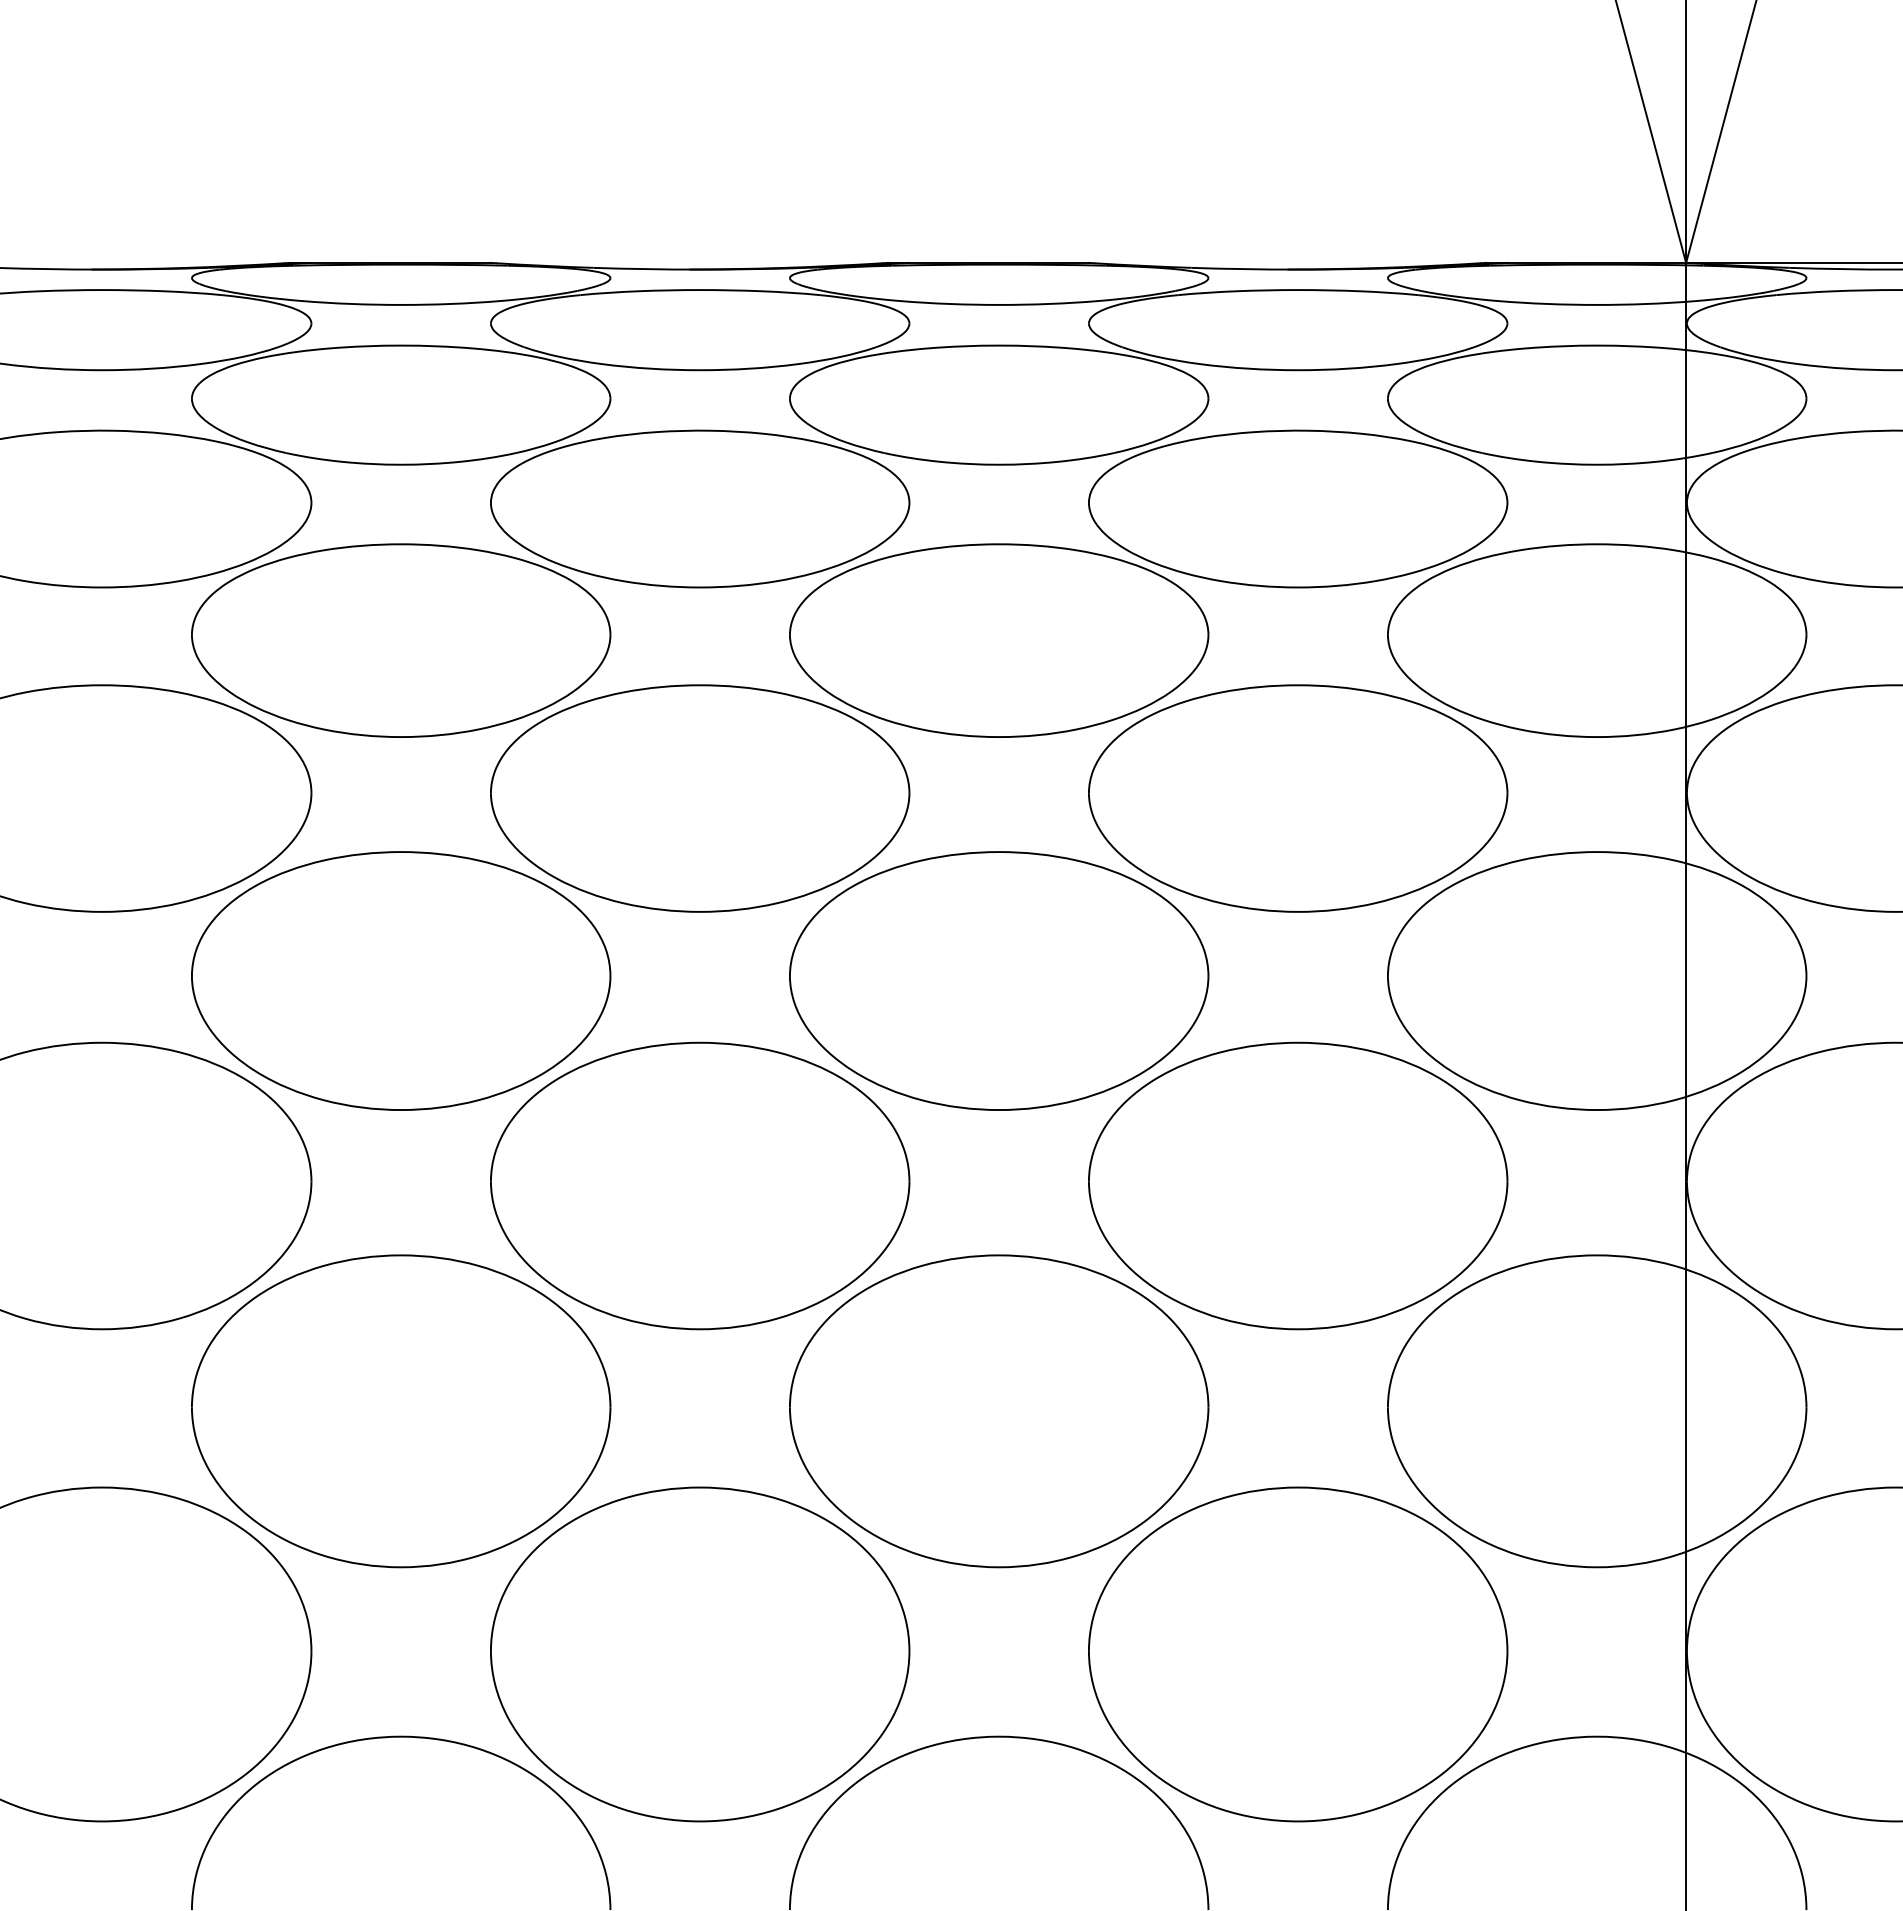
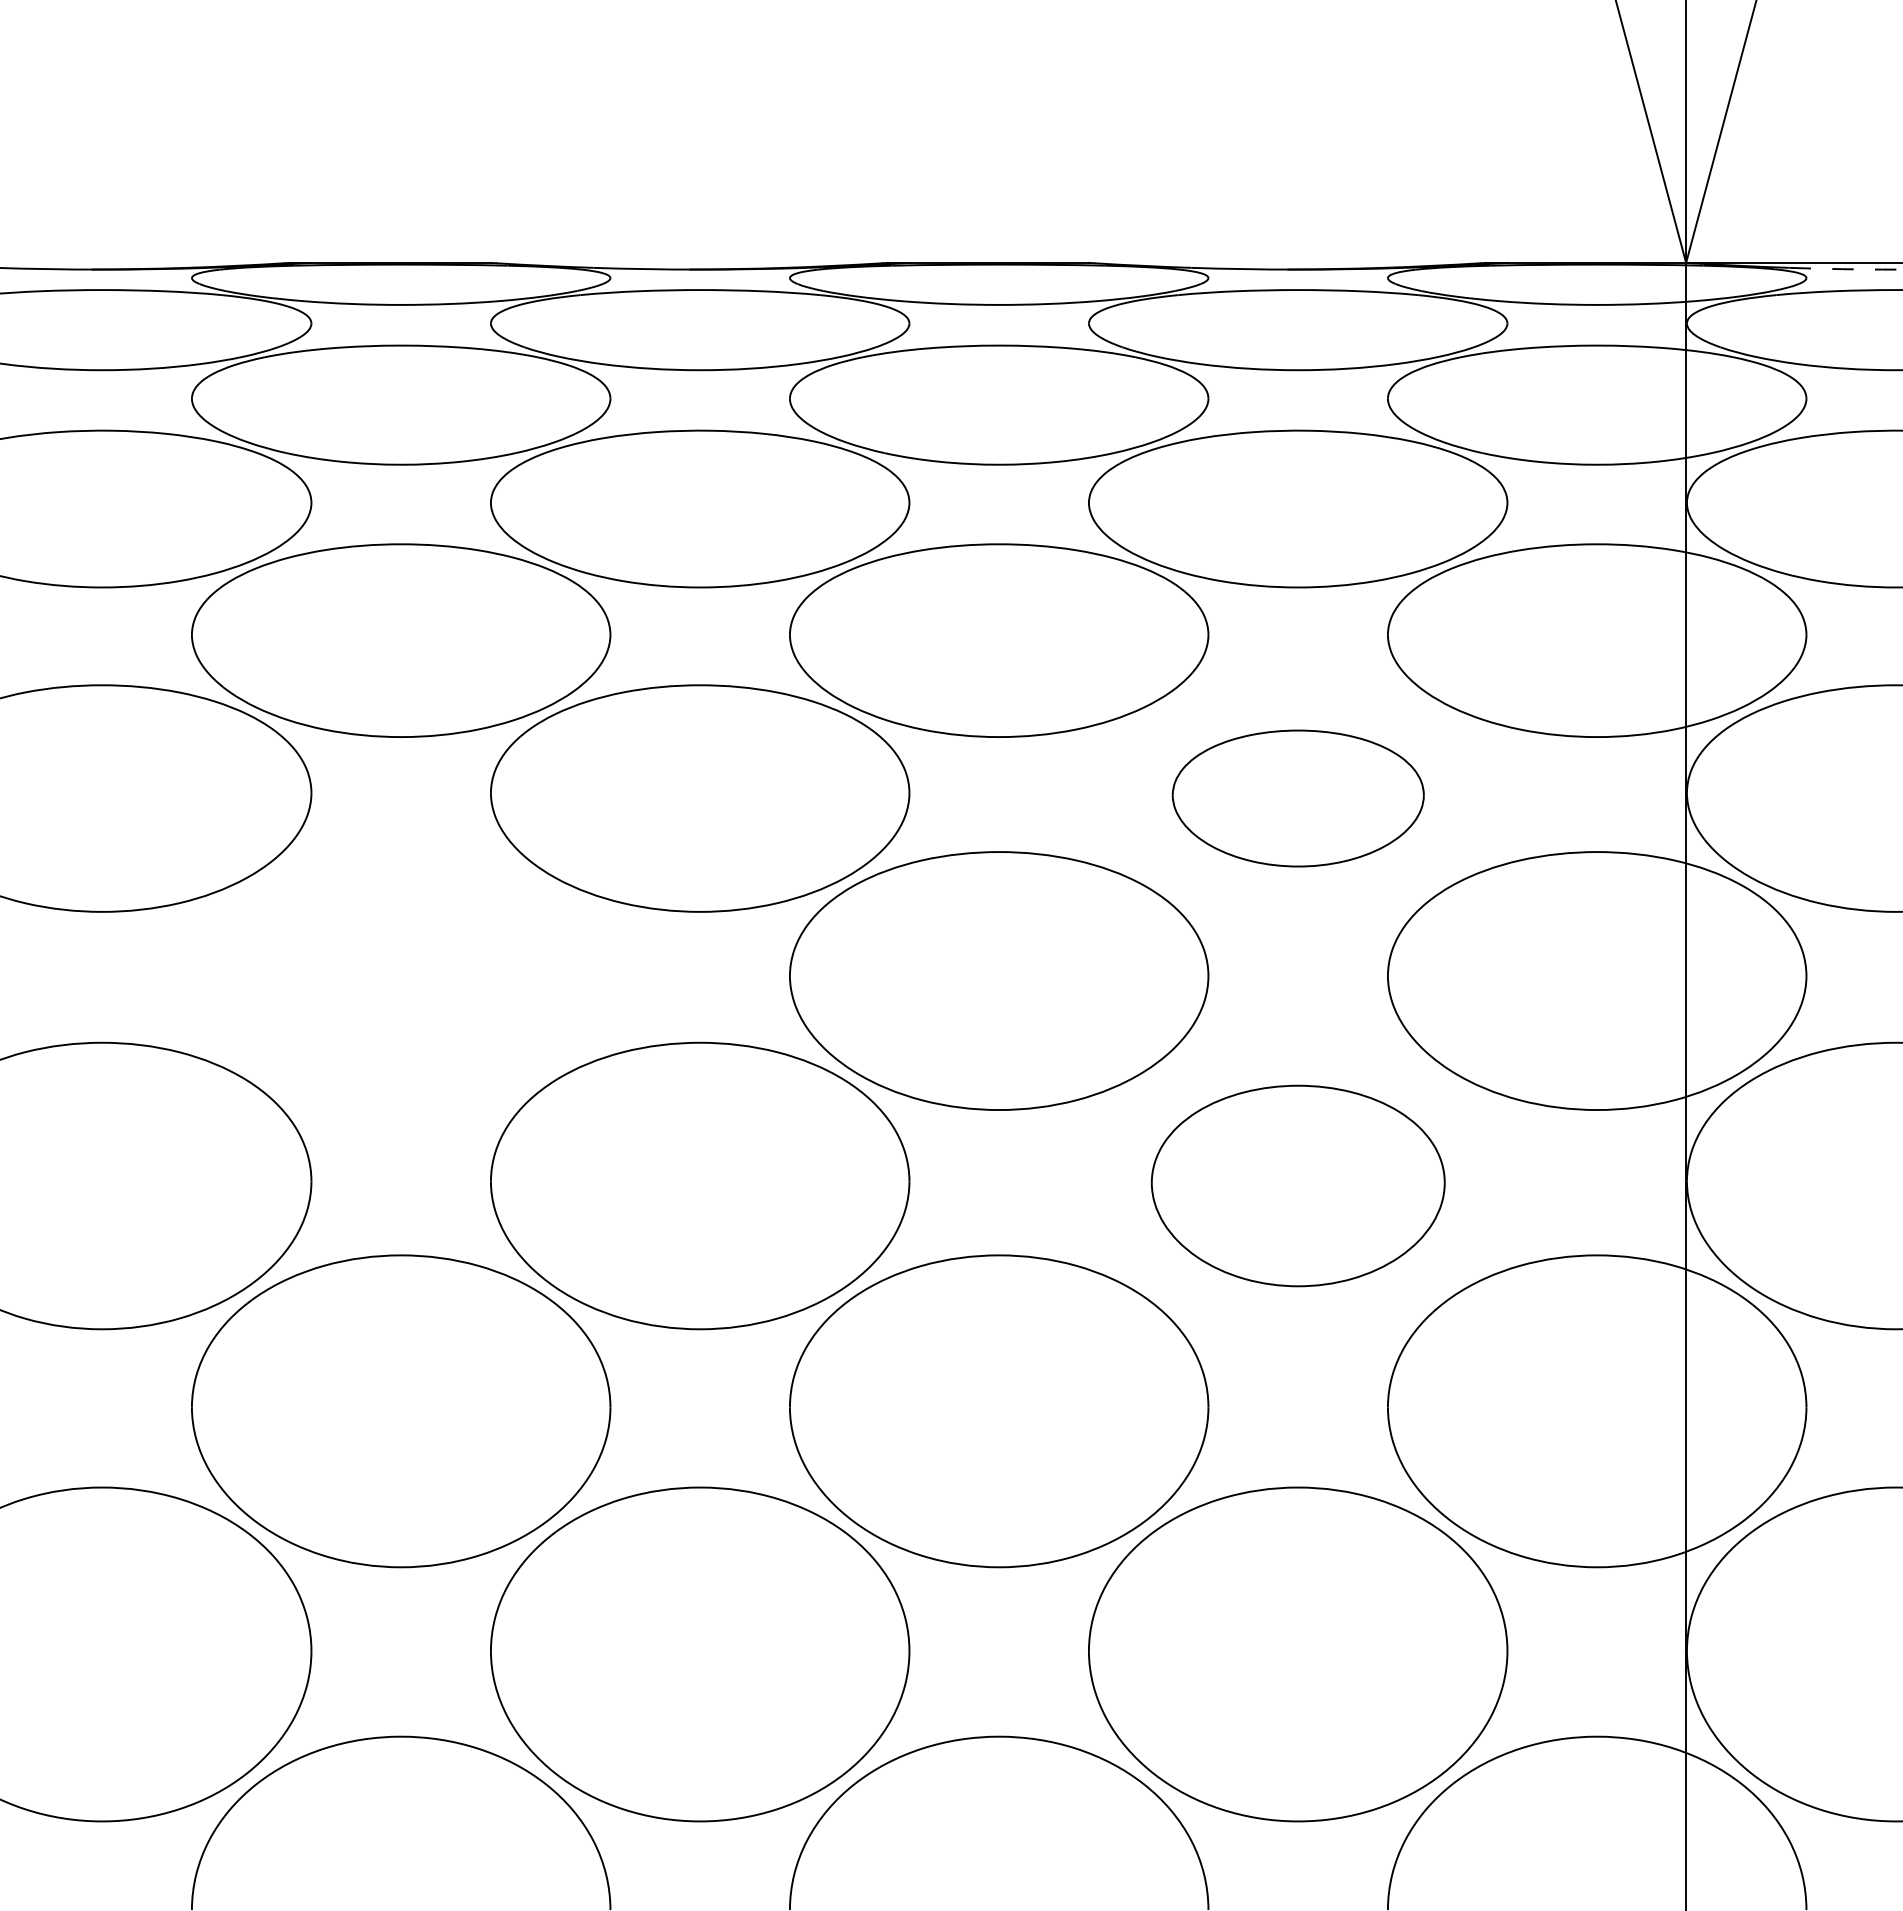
arc at (1846, 269): solid -> dashed
part at (1298, 798) size: 421x229 px -> 254x139 px
part at (401, 980): present -> none
part at (1298, 1185) size: 421x290 px -> 296x204 px
